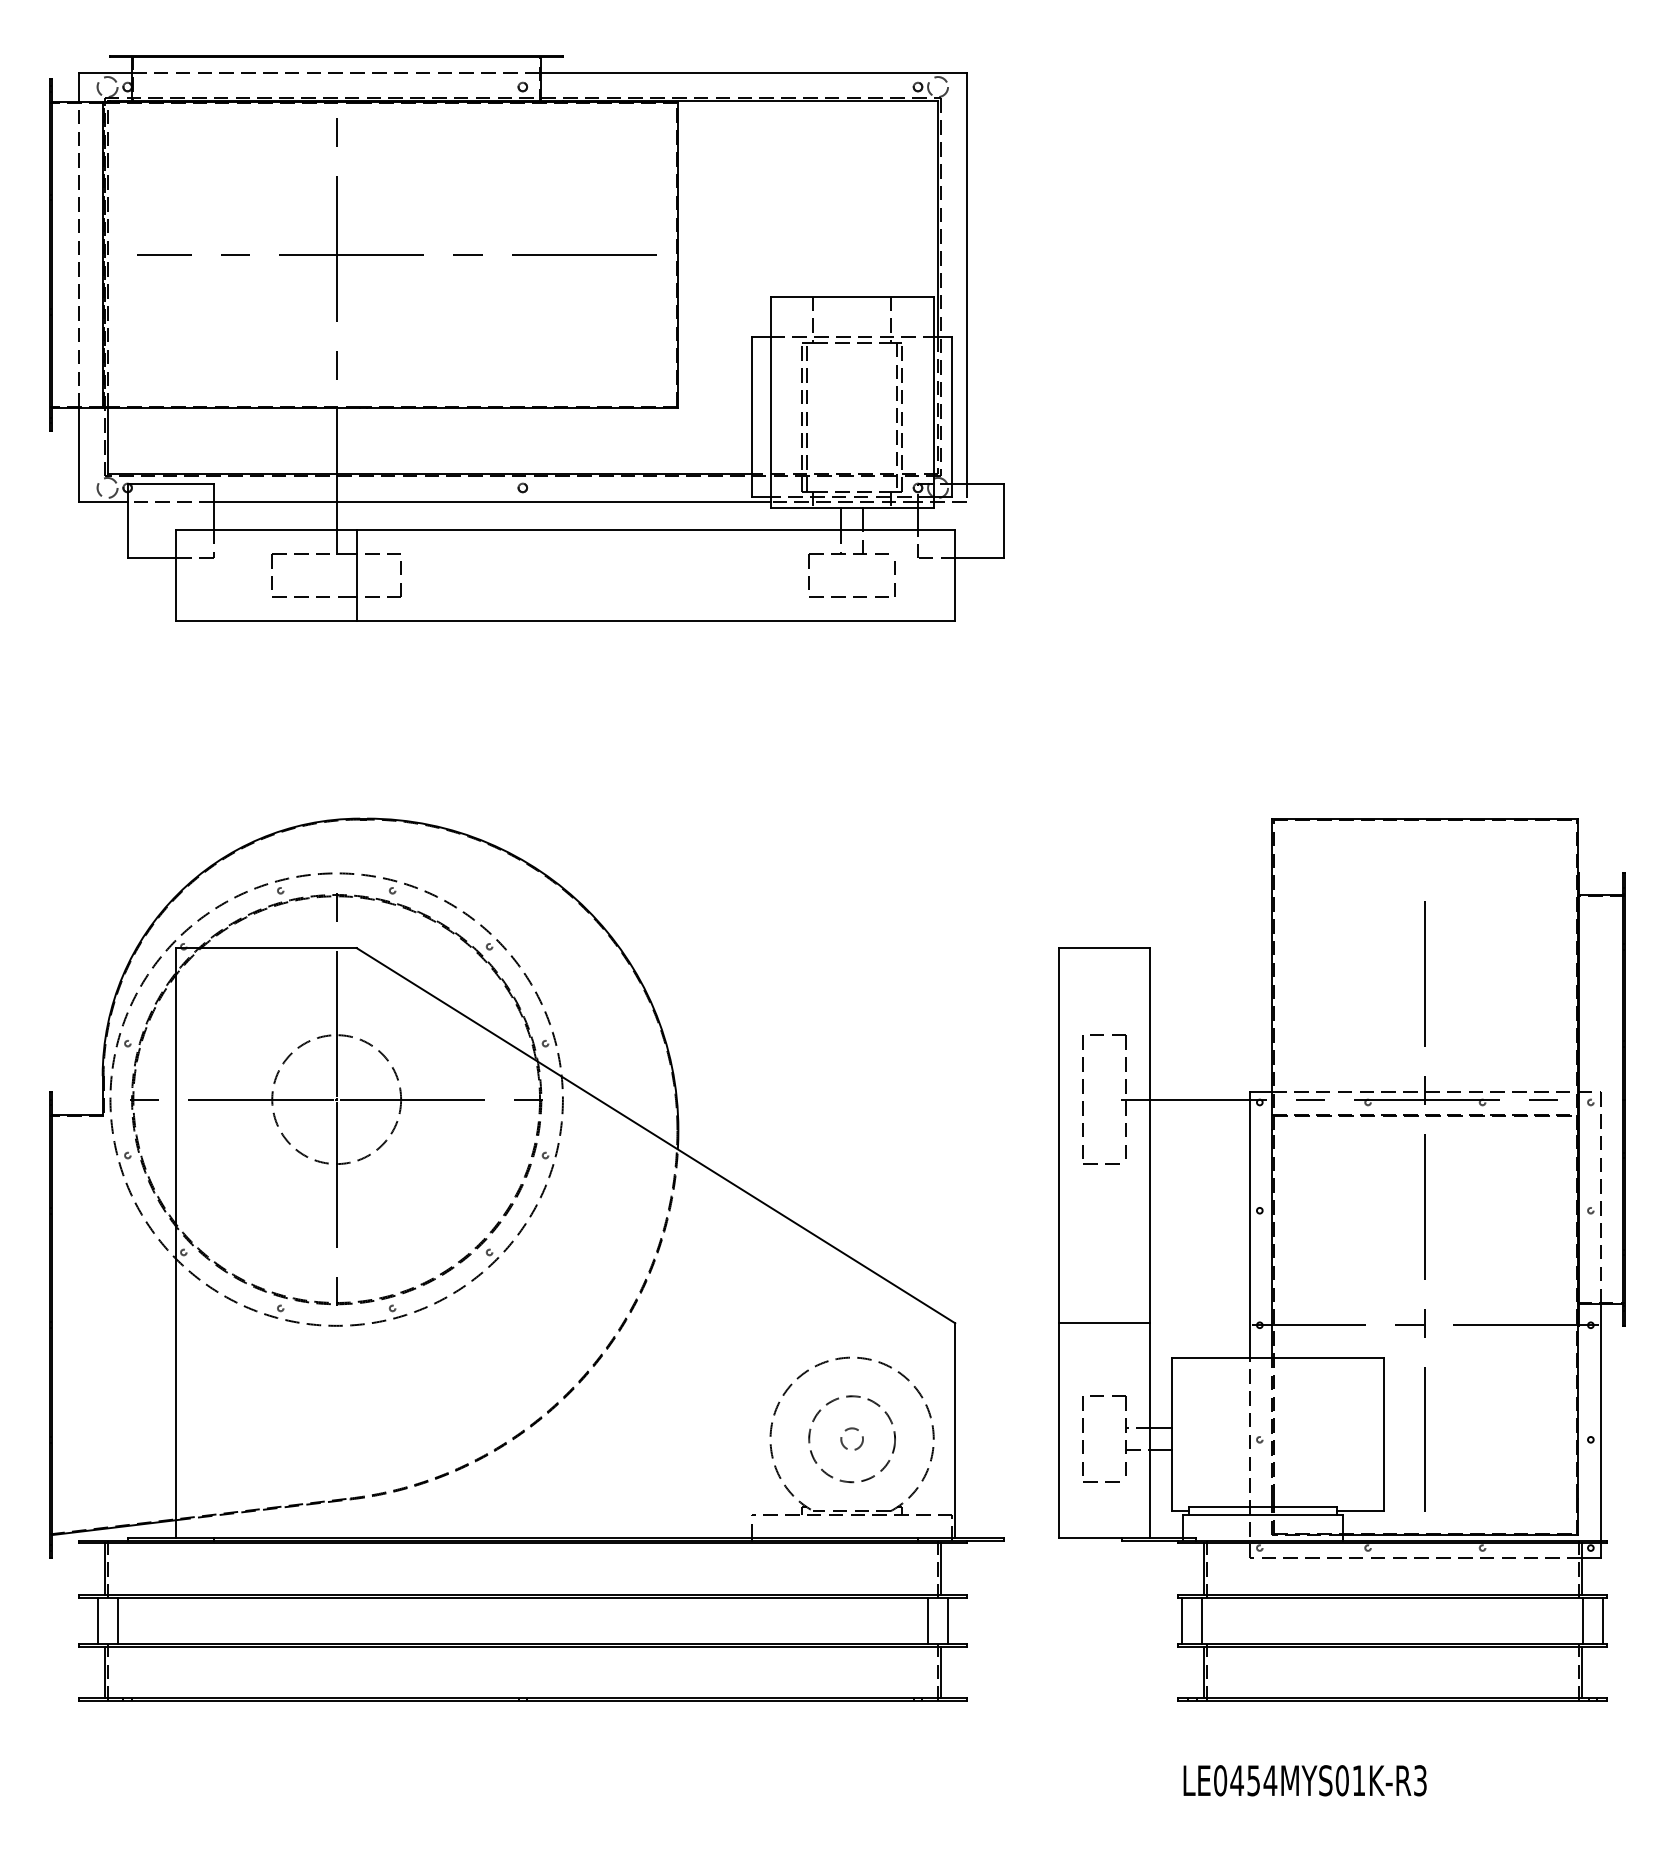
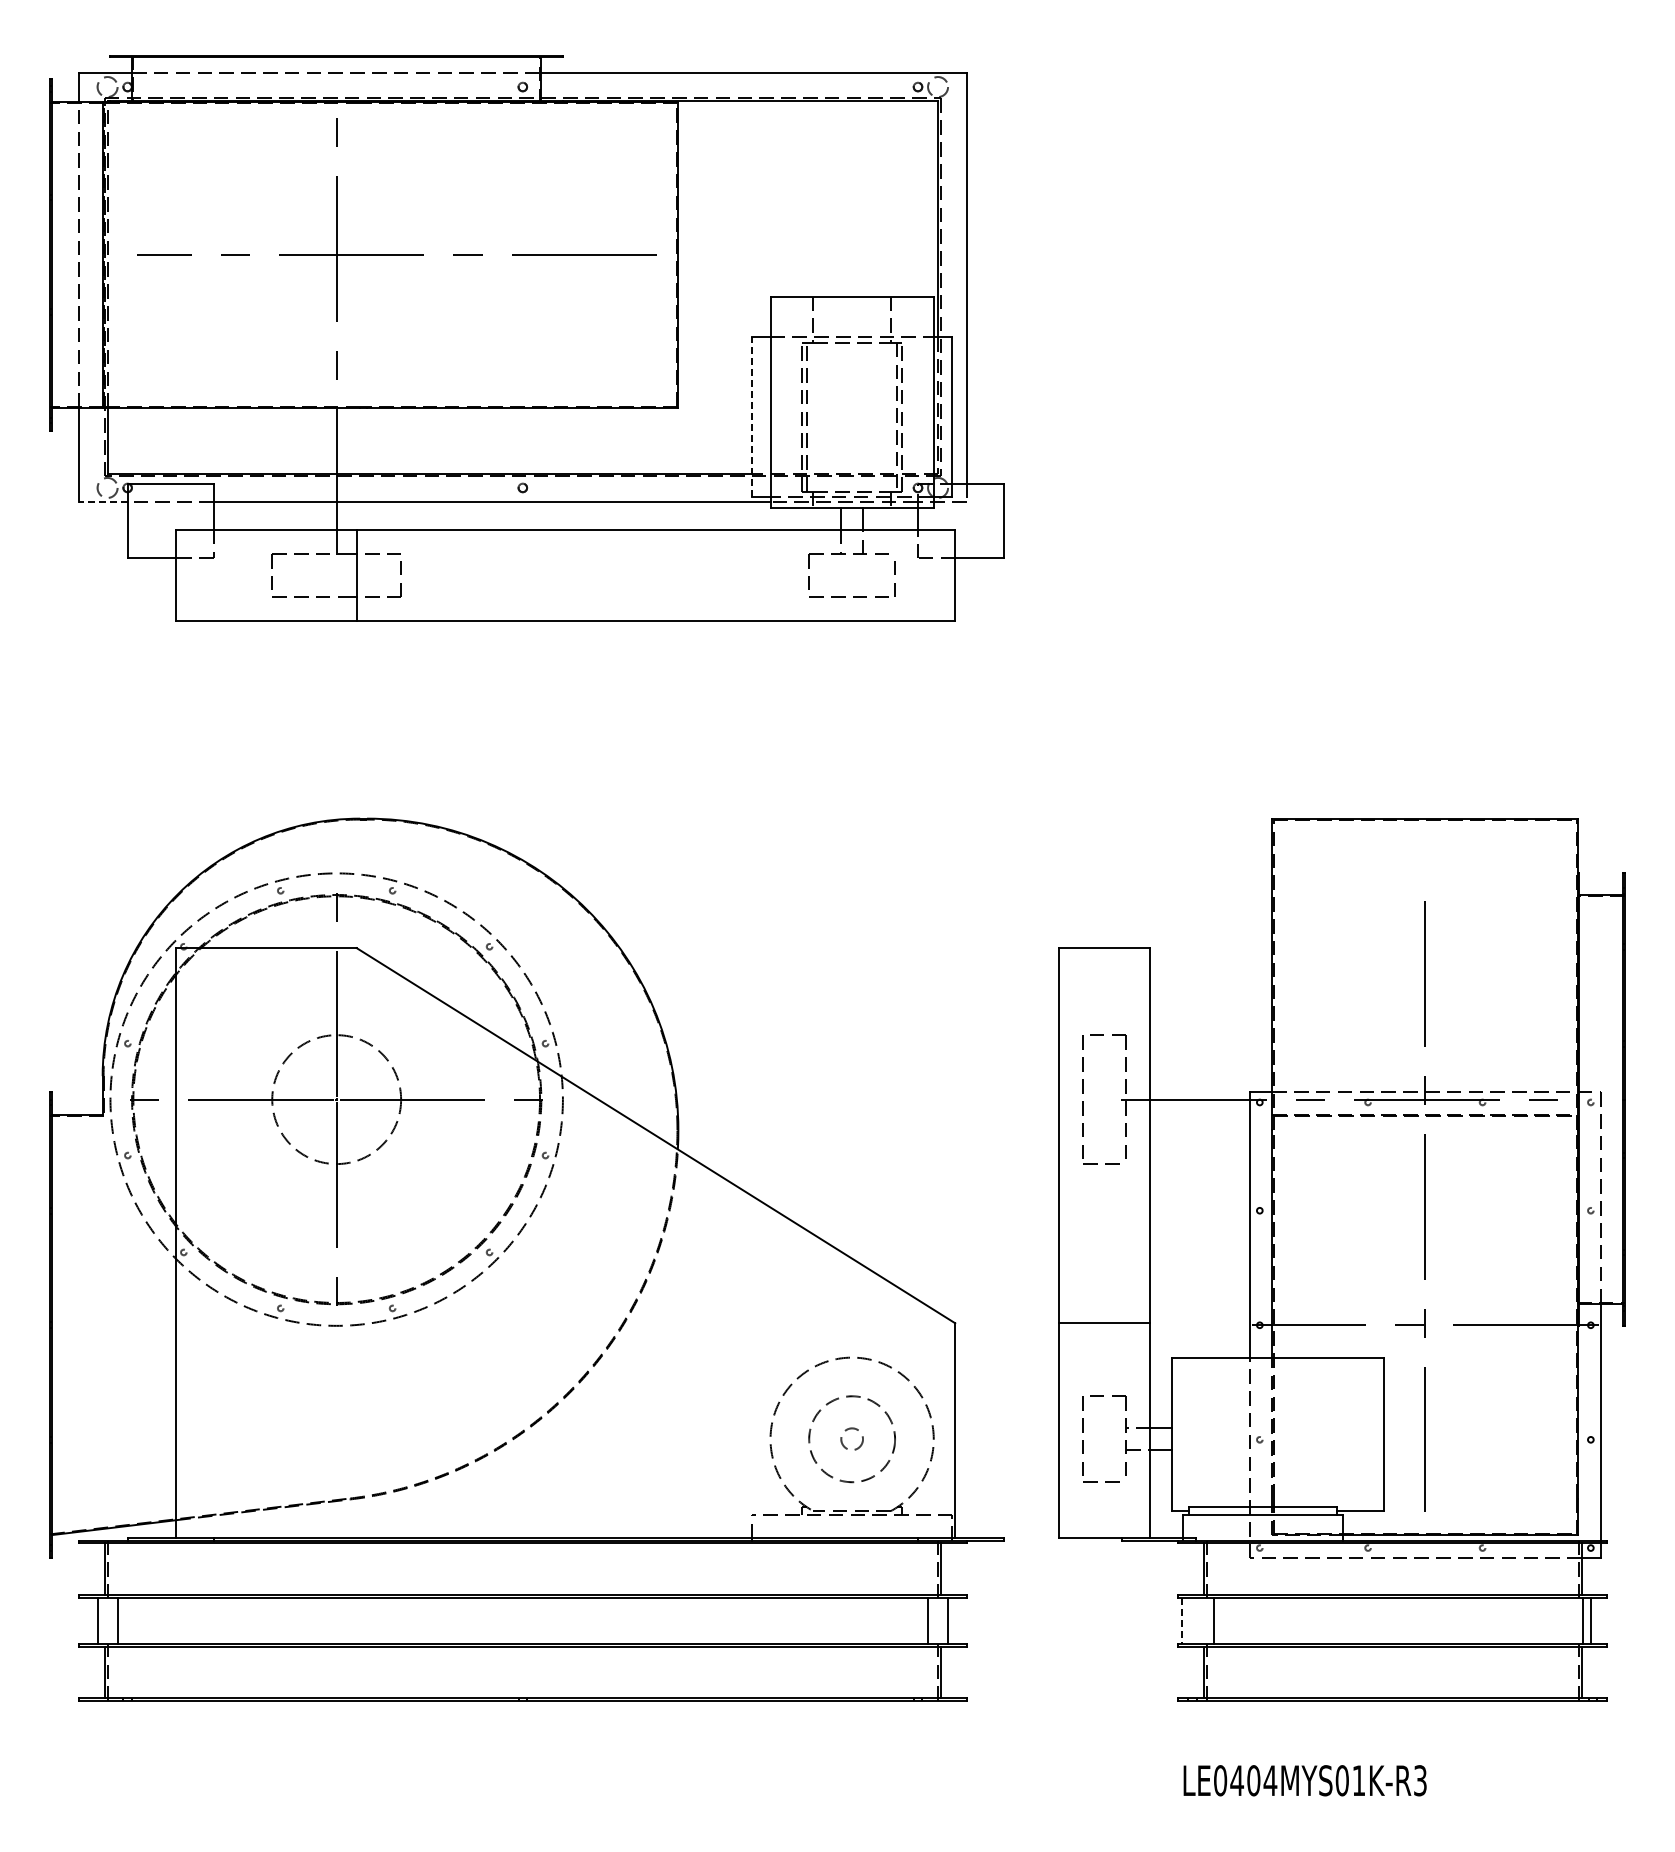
line at (751, 416): solid -> dashed
line at (102, 502): solid -> dashed
line at (1182, 1620): solid -> dashed
line at (1202, 1620) position: (1202, 1620) -> (1214, 1620)
line at (1603, 1620) position: (1603, 1620) -> (1591, 1620)
text at (1253, 1780): LE0454MYS01K-R3 -> LE0404MYS01K-R3
